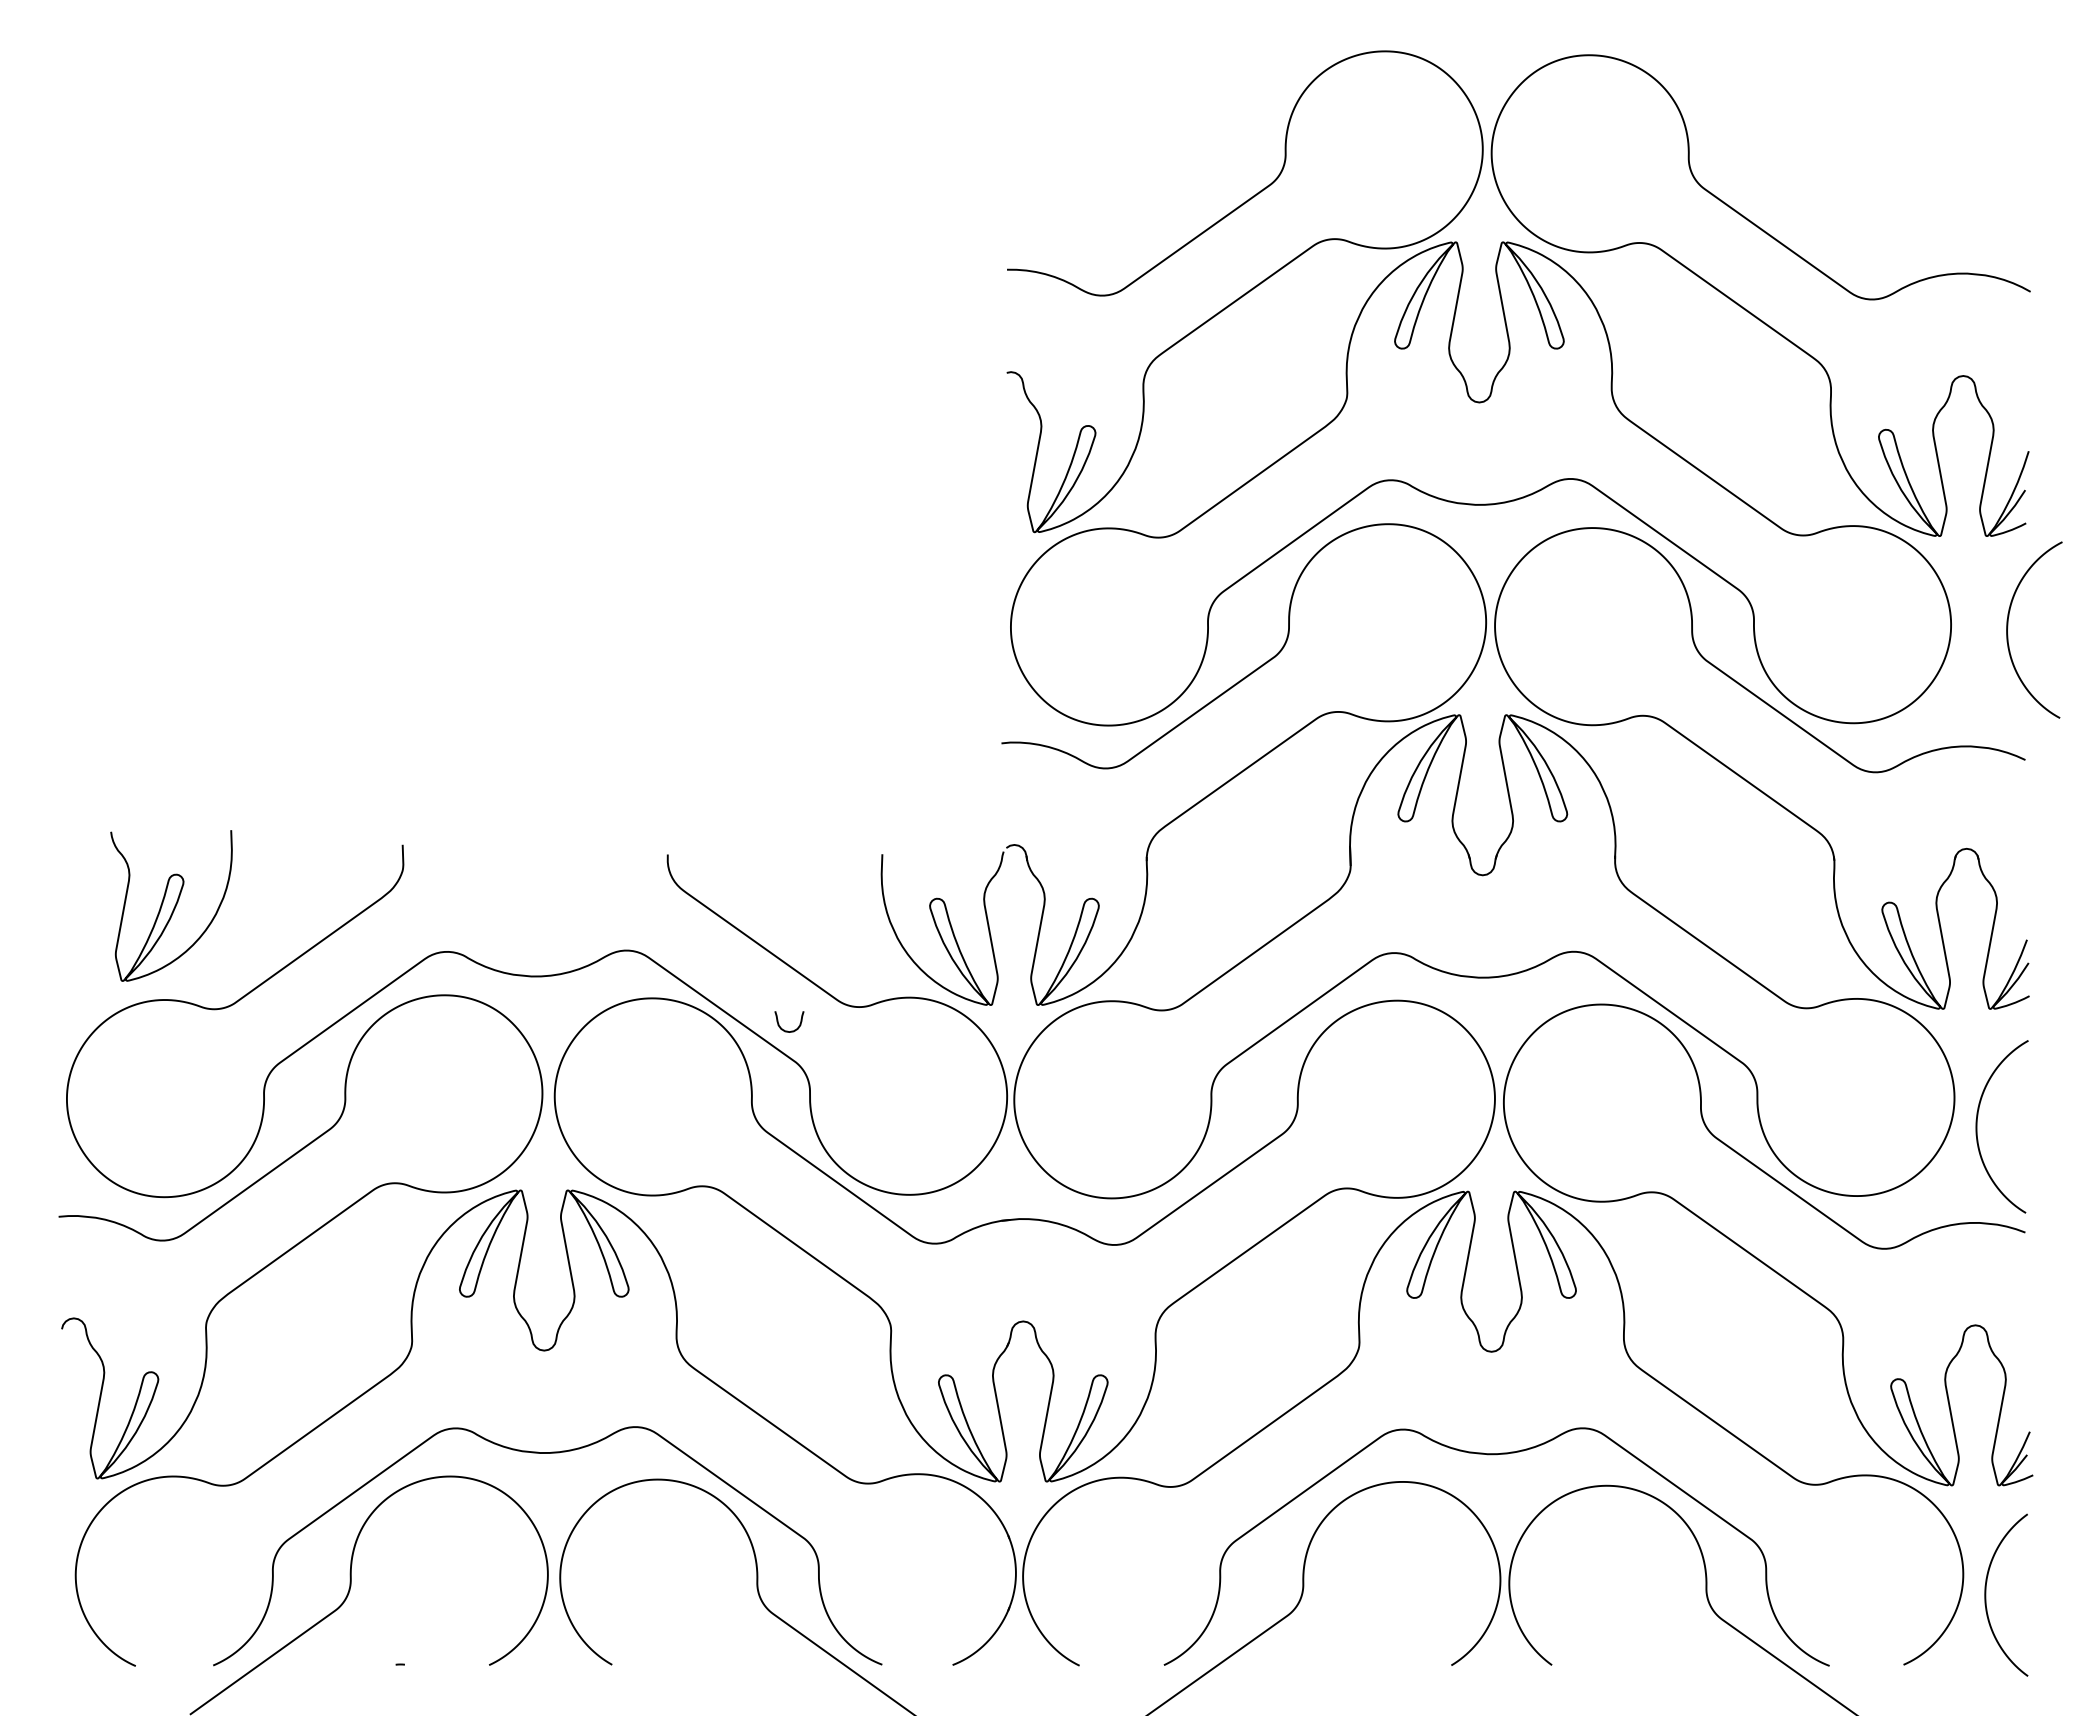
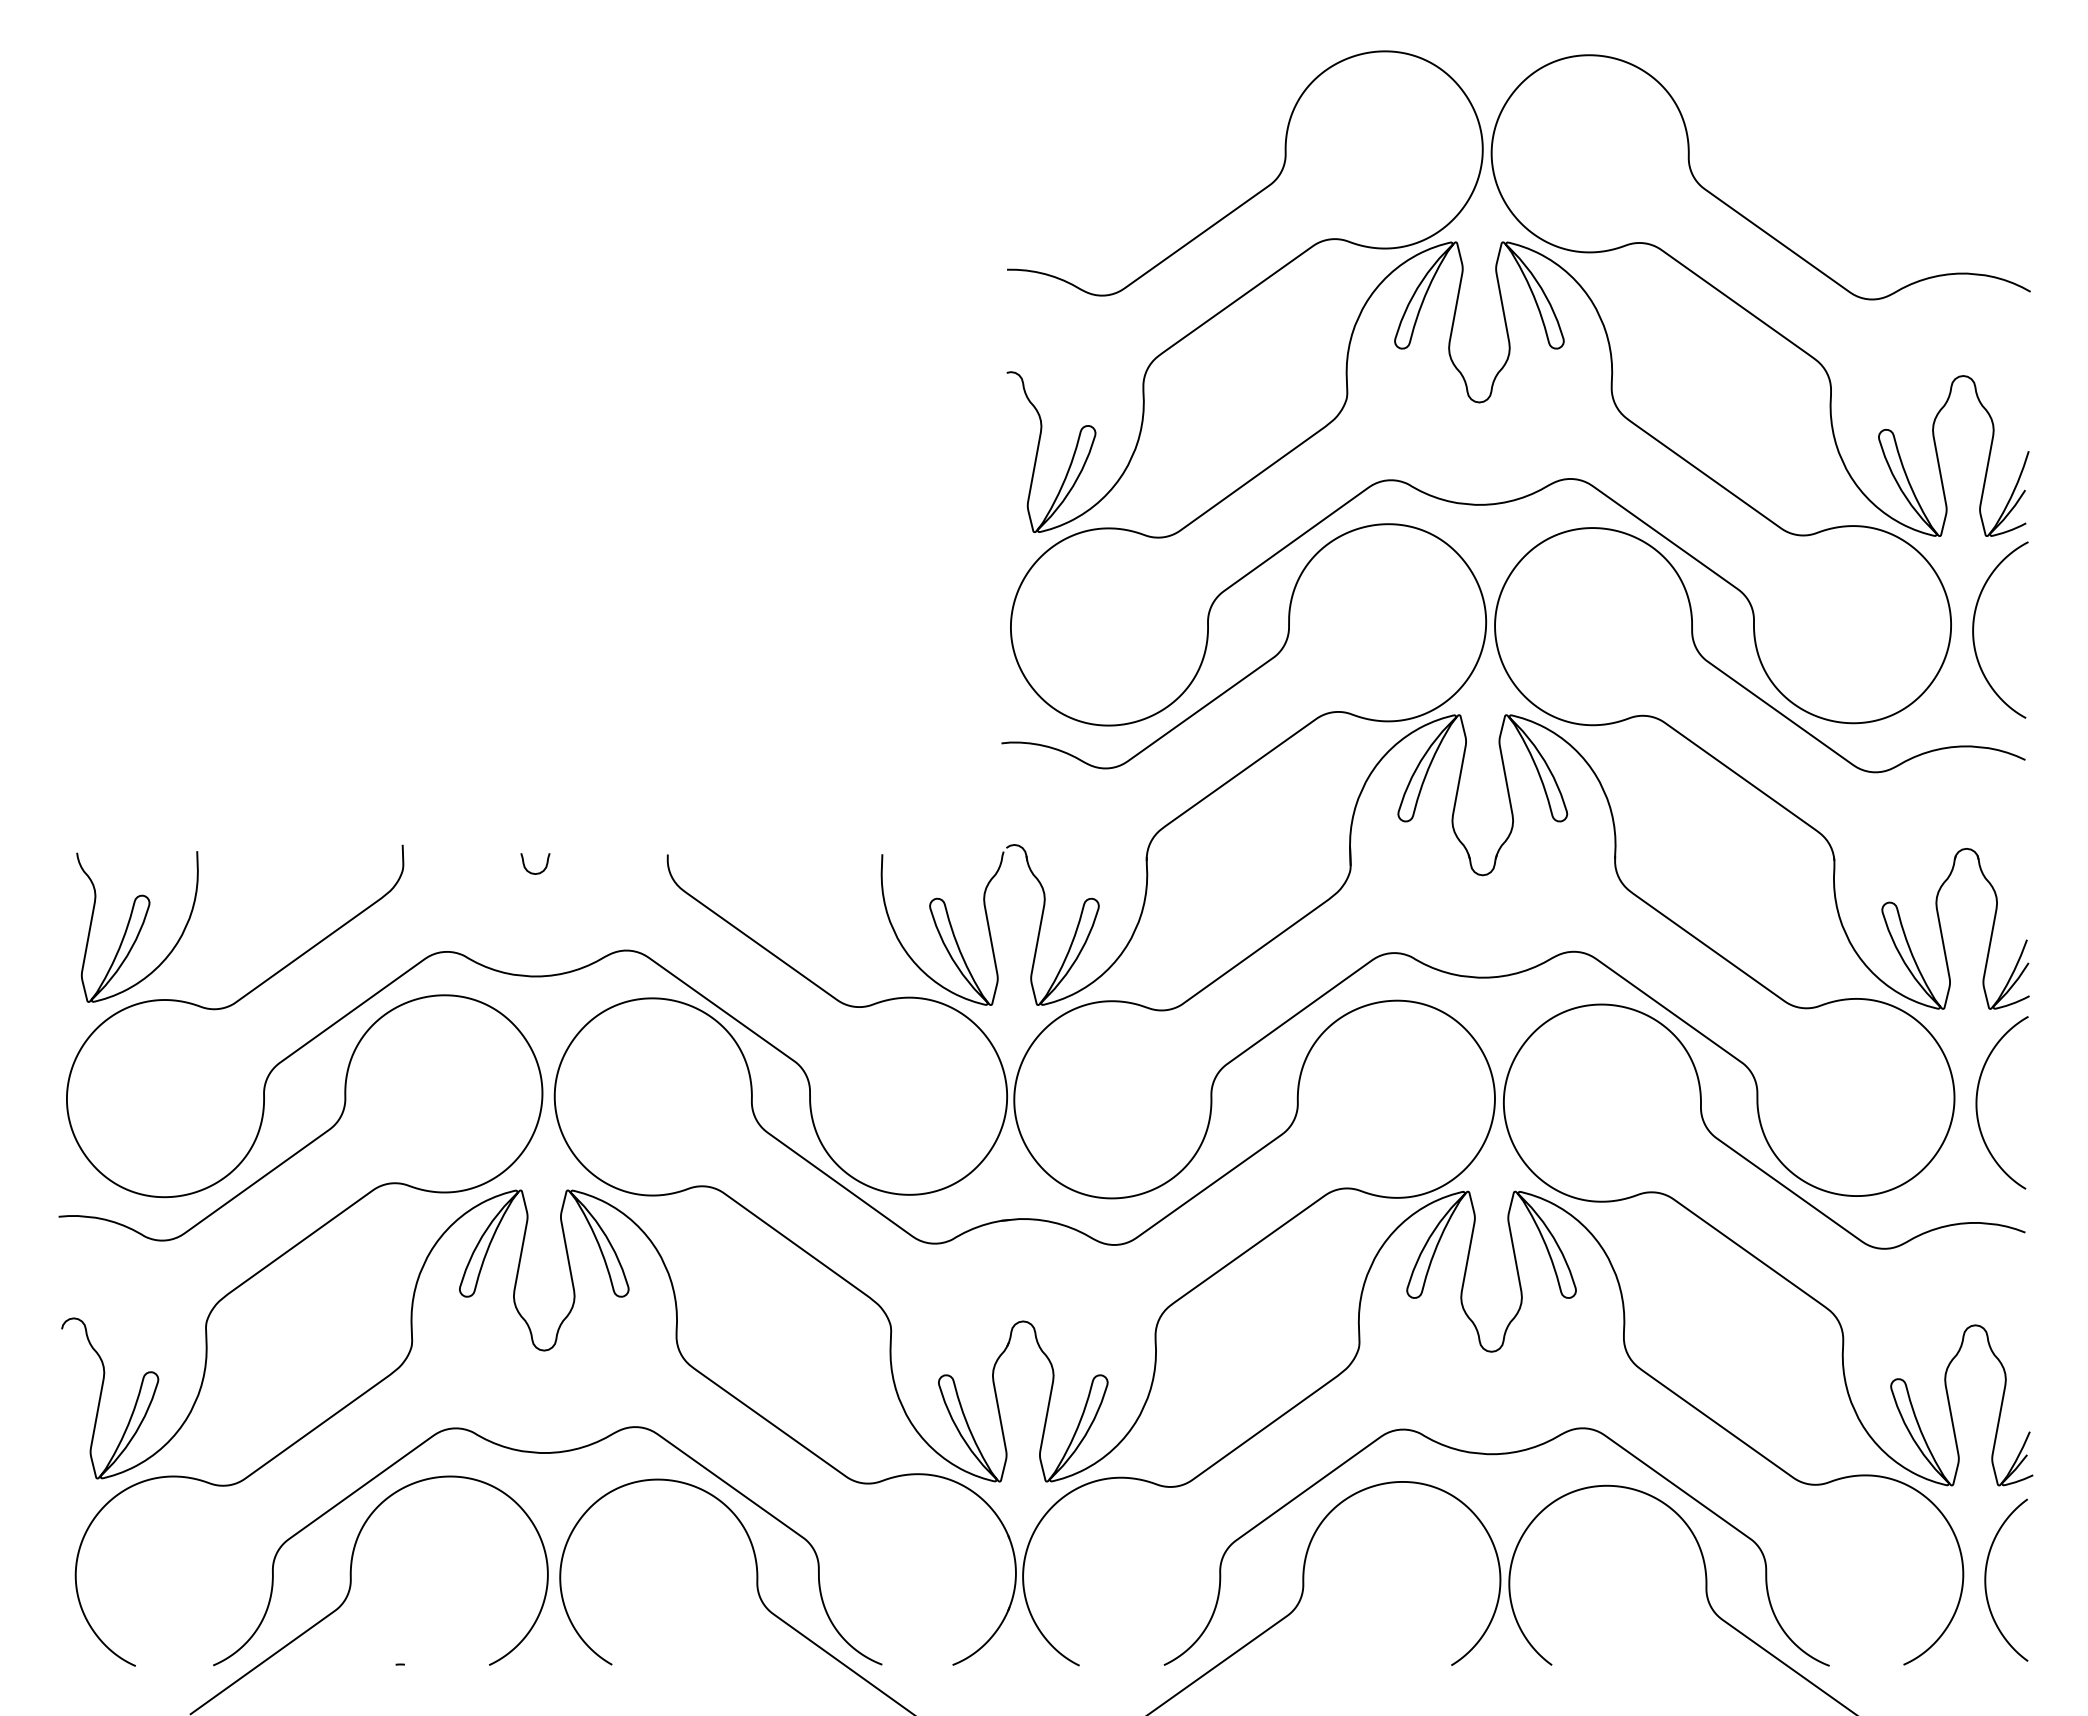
curve at (2008, 627) position: (2008, 627) -> (1974, 627)
curve at (174, 905) position: (174, 905) -> (140, 926)
curve at (787, 1030) position: (787, 1030) -> (533, 872)
curve at (1977, 1126) position: (1977, 1126) -> (1977, 1102)
curve at (1986, 1594) position: (1986, 1594) -> (1986, 1579)
